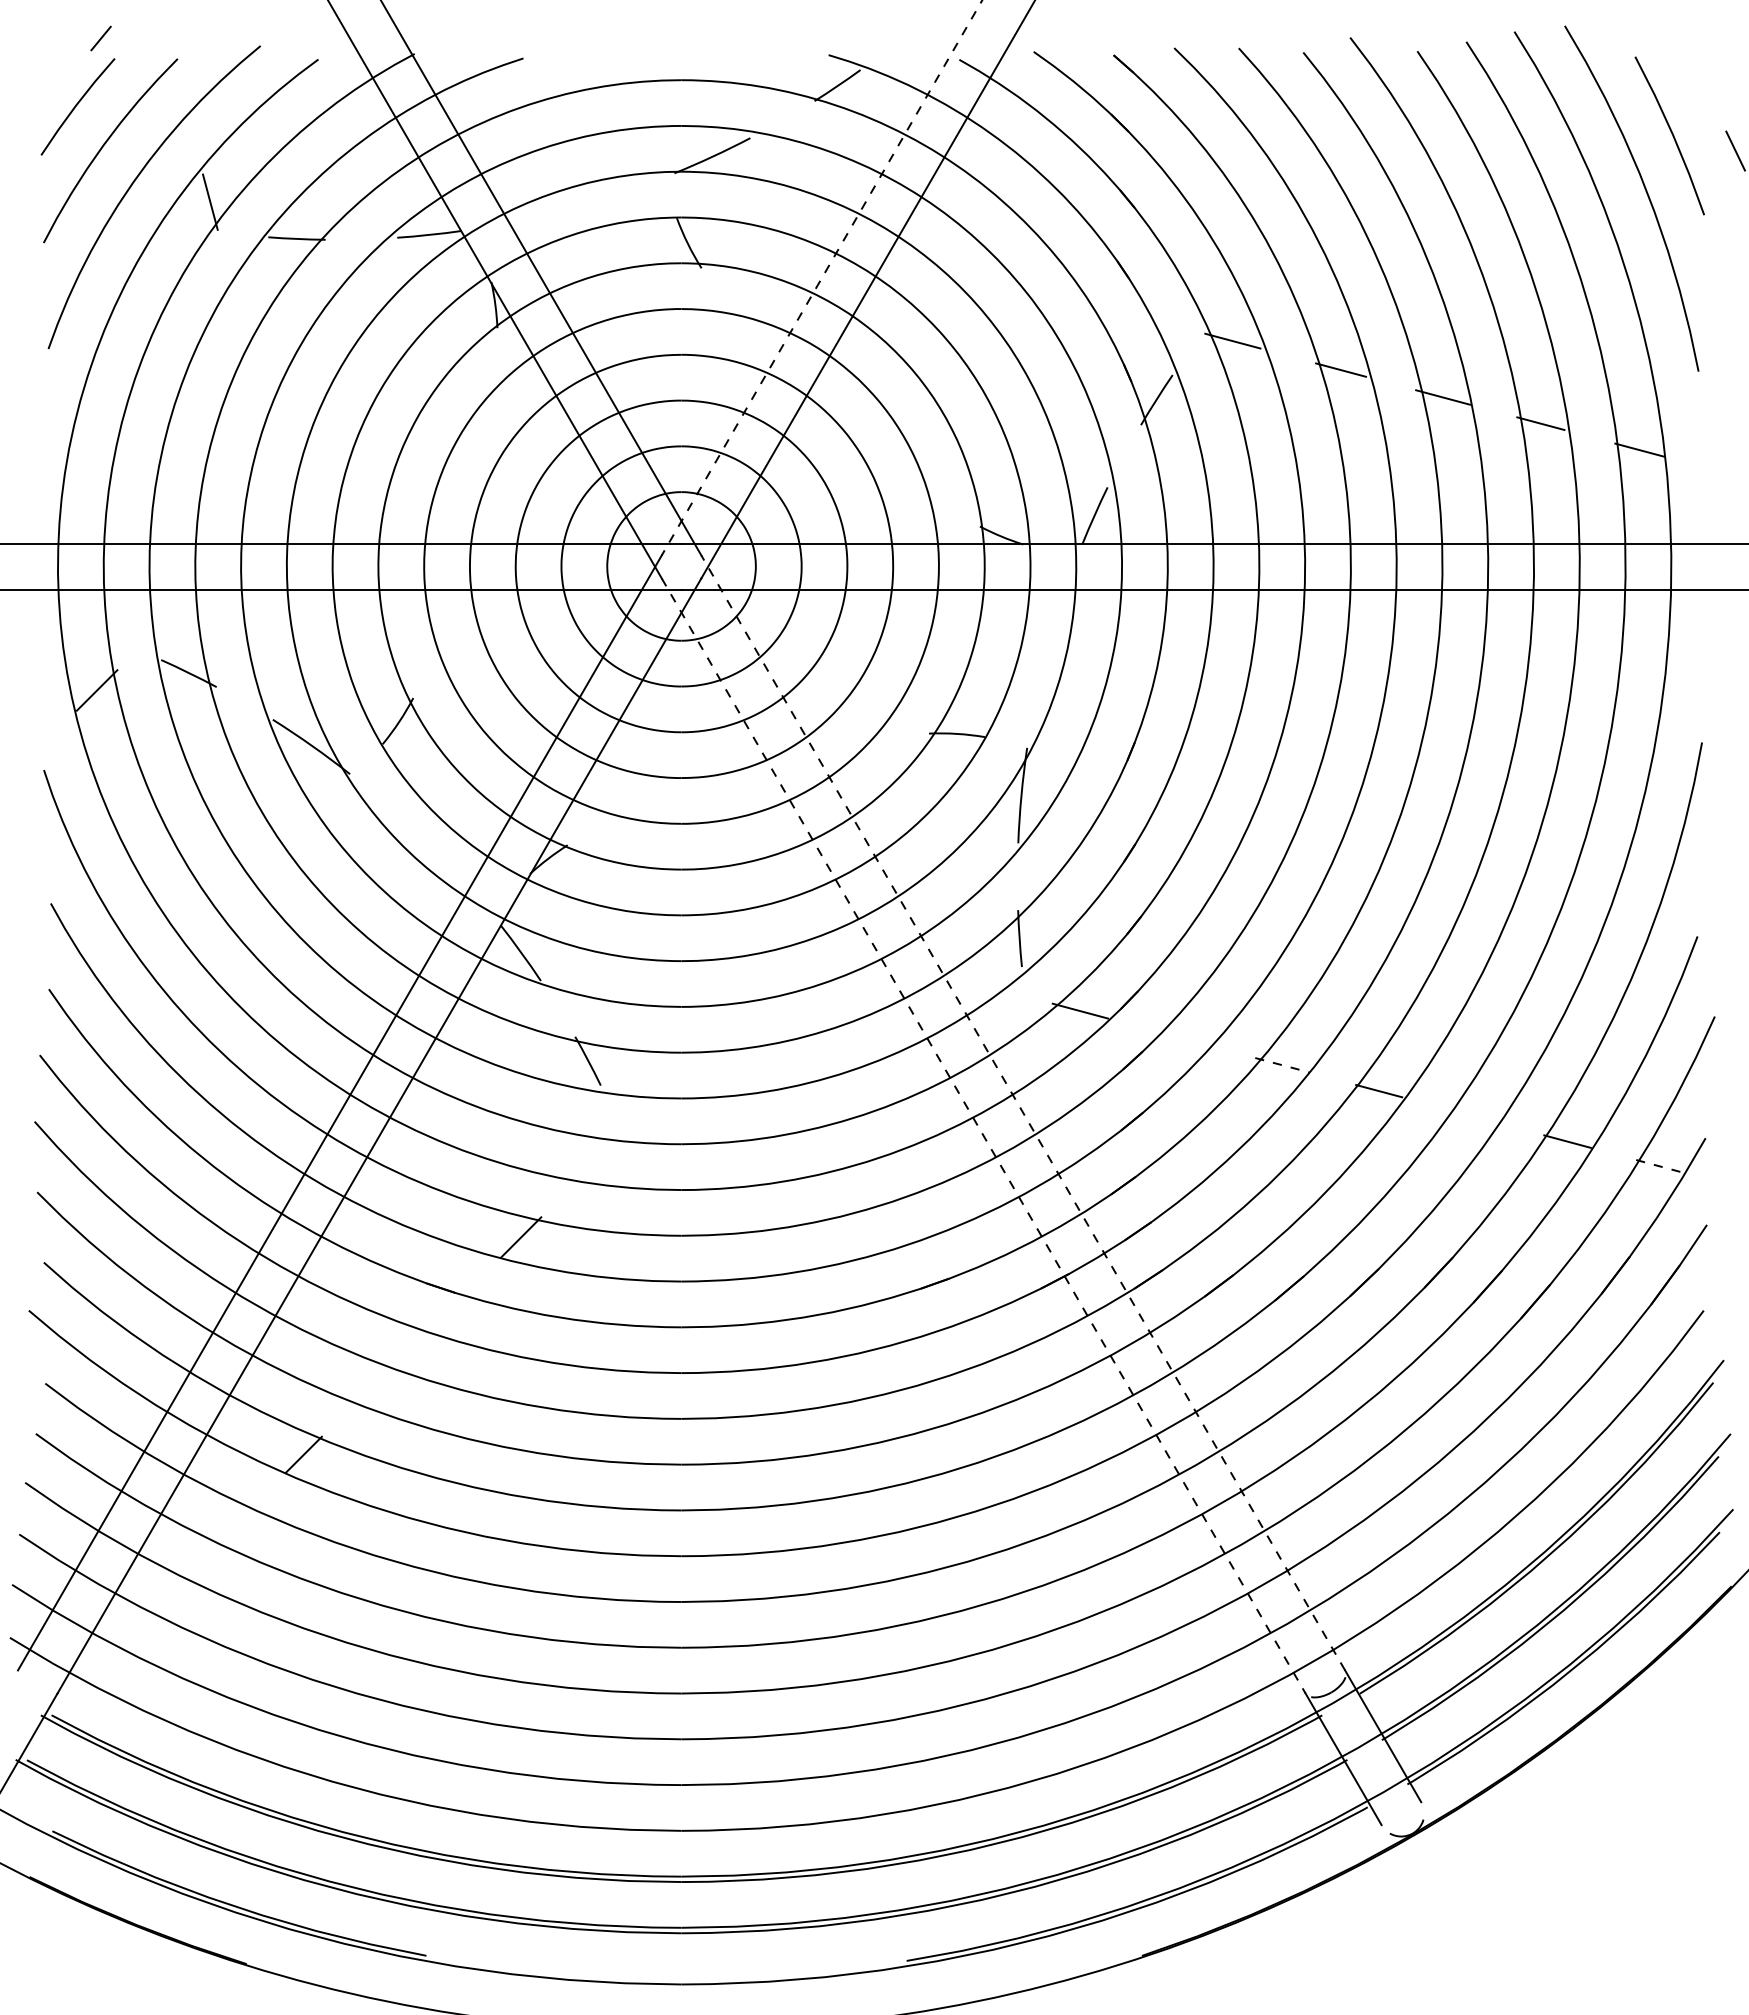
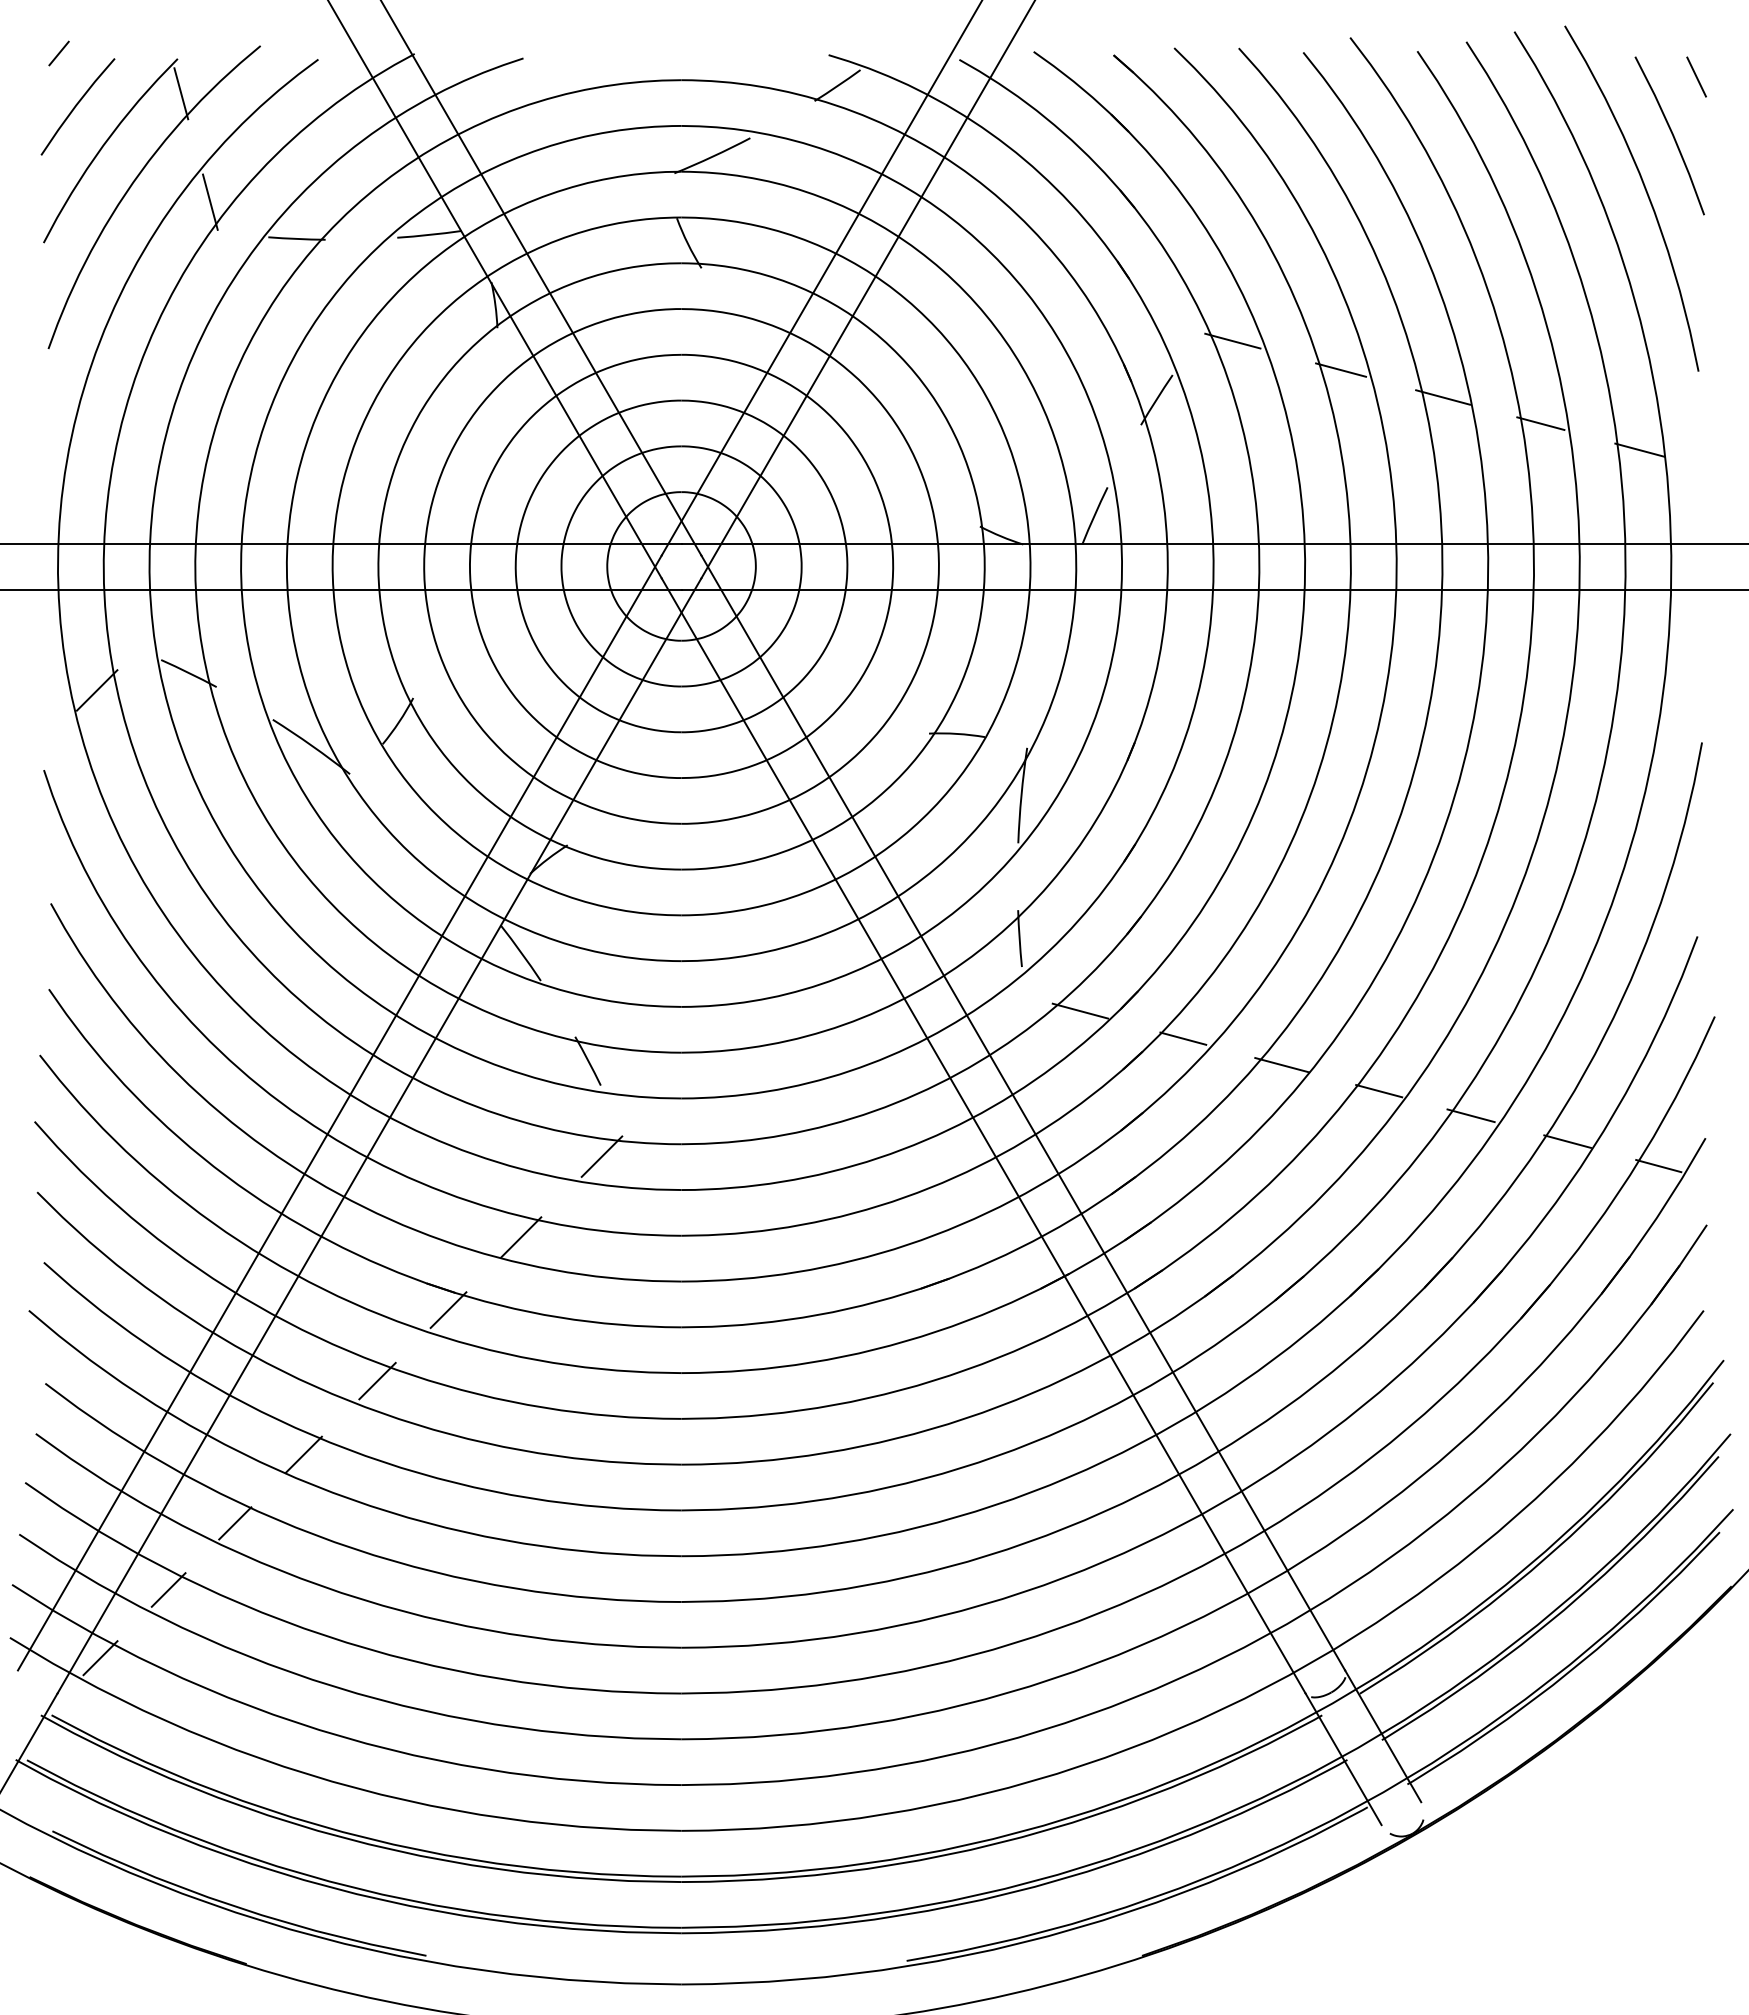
line at (100, 38) position: (100, 38) -> (58, 53)
line at (181, 93): none -> present
line at (1735, 150) position: (1735, 150) -> (1696, 76)
line at (821, 278): dashed -> solid
line at (1183, 1038): none -> present
line at (1282, 1065): dashed -> solid
line at (1023, 1112): dashed -> solid
line at (1470, 1115): none -> present
line at (983, 1135): dashed -> solid
line at (601, 1156): none -> present
line at (1659, 1166): dashed -> solid
line at (448, 1309): none -> present
line at (377, 1380): none -> present
line at (235, 1523): none -> present
line at (168, 1589): none -> present
line at (100, 1658): none -> present
